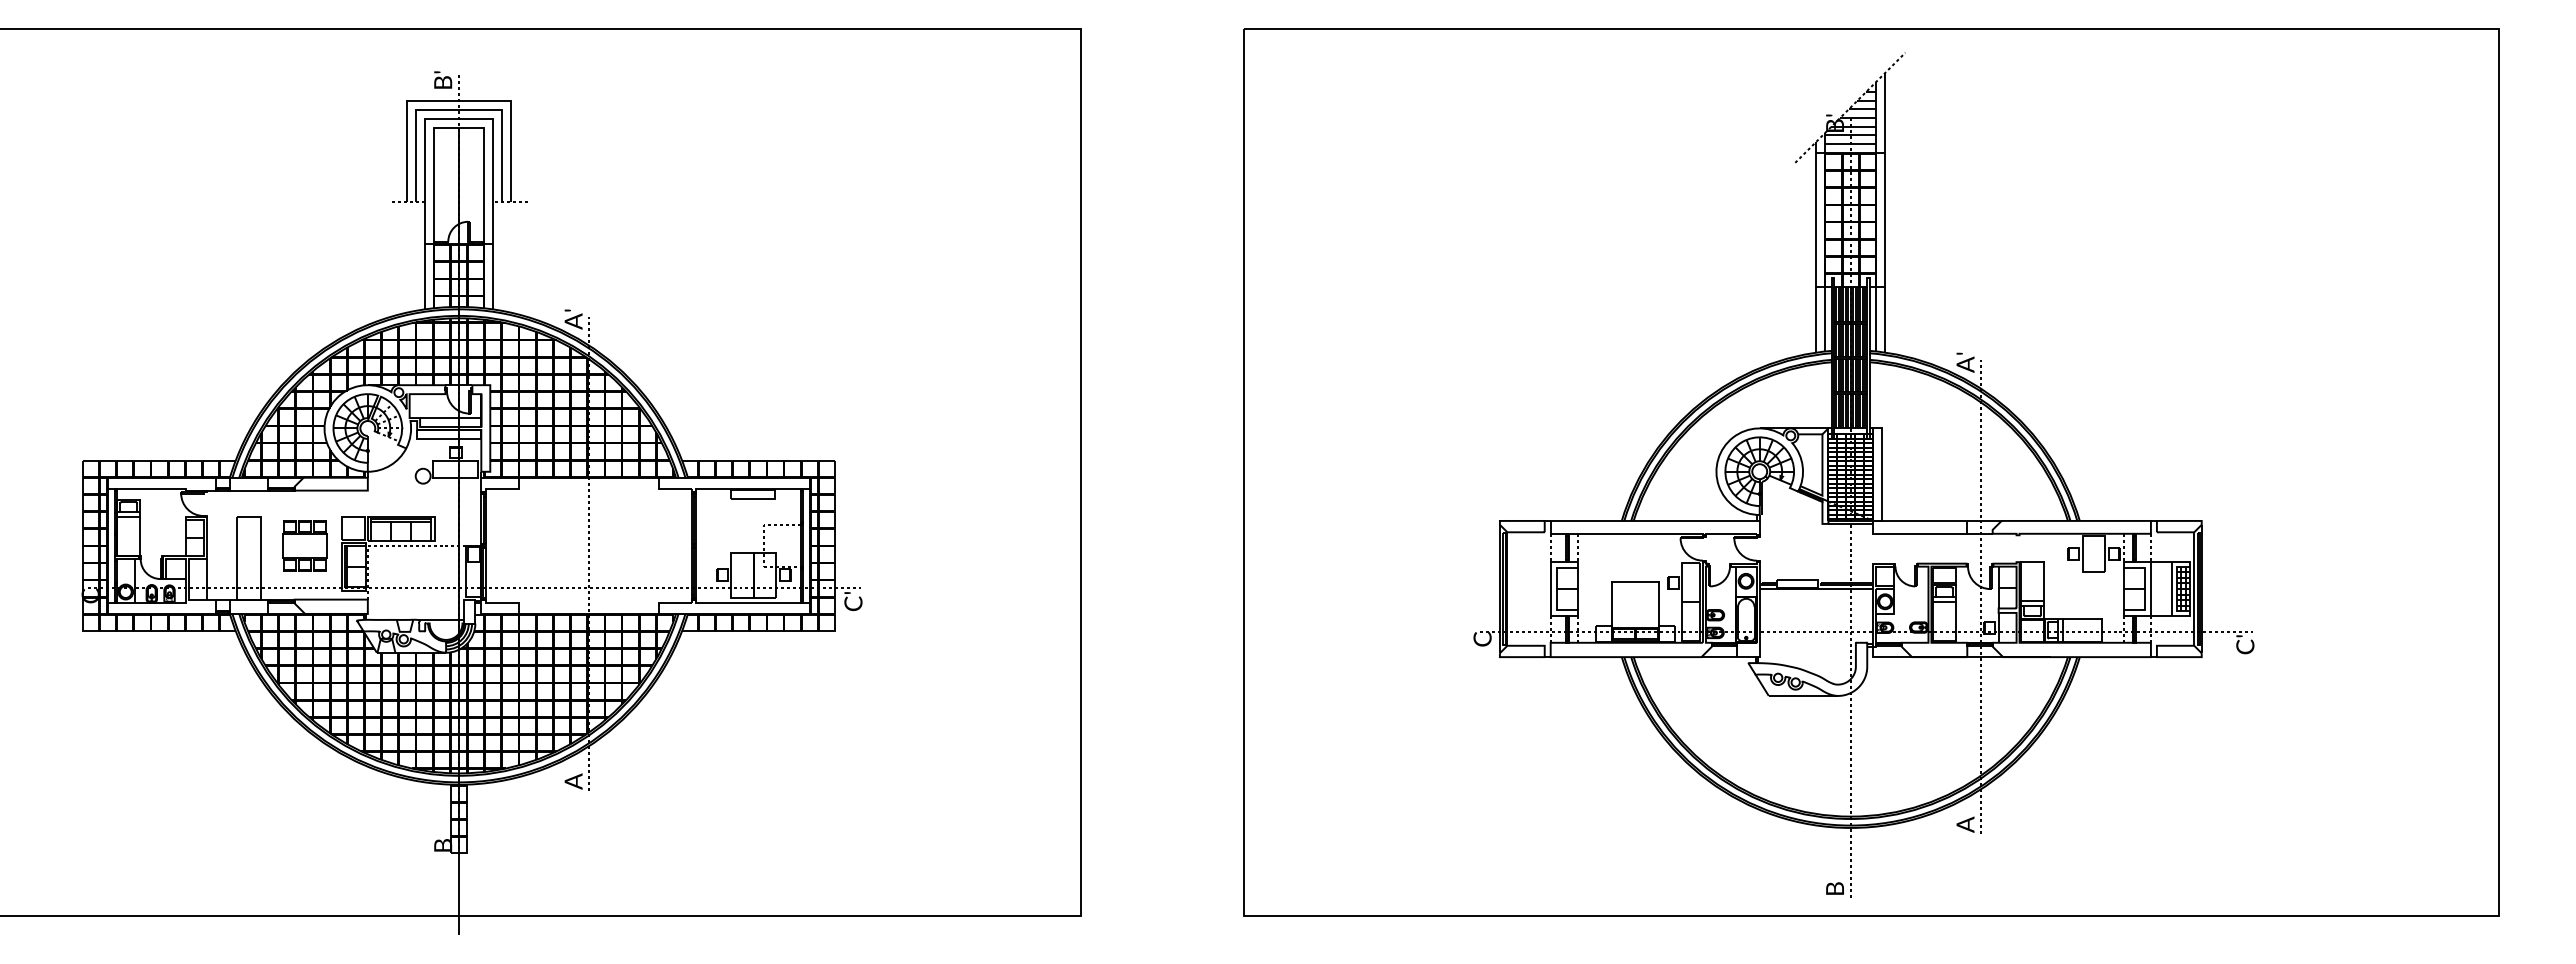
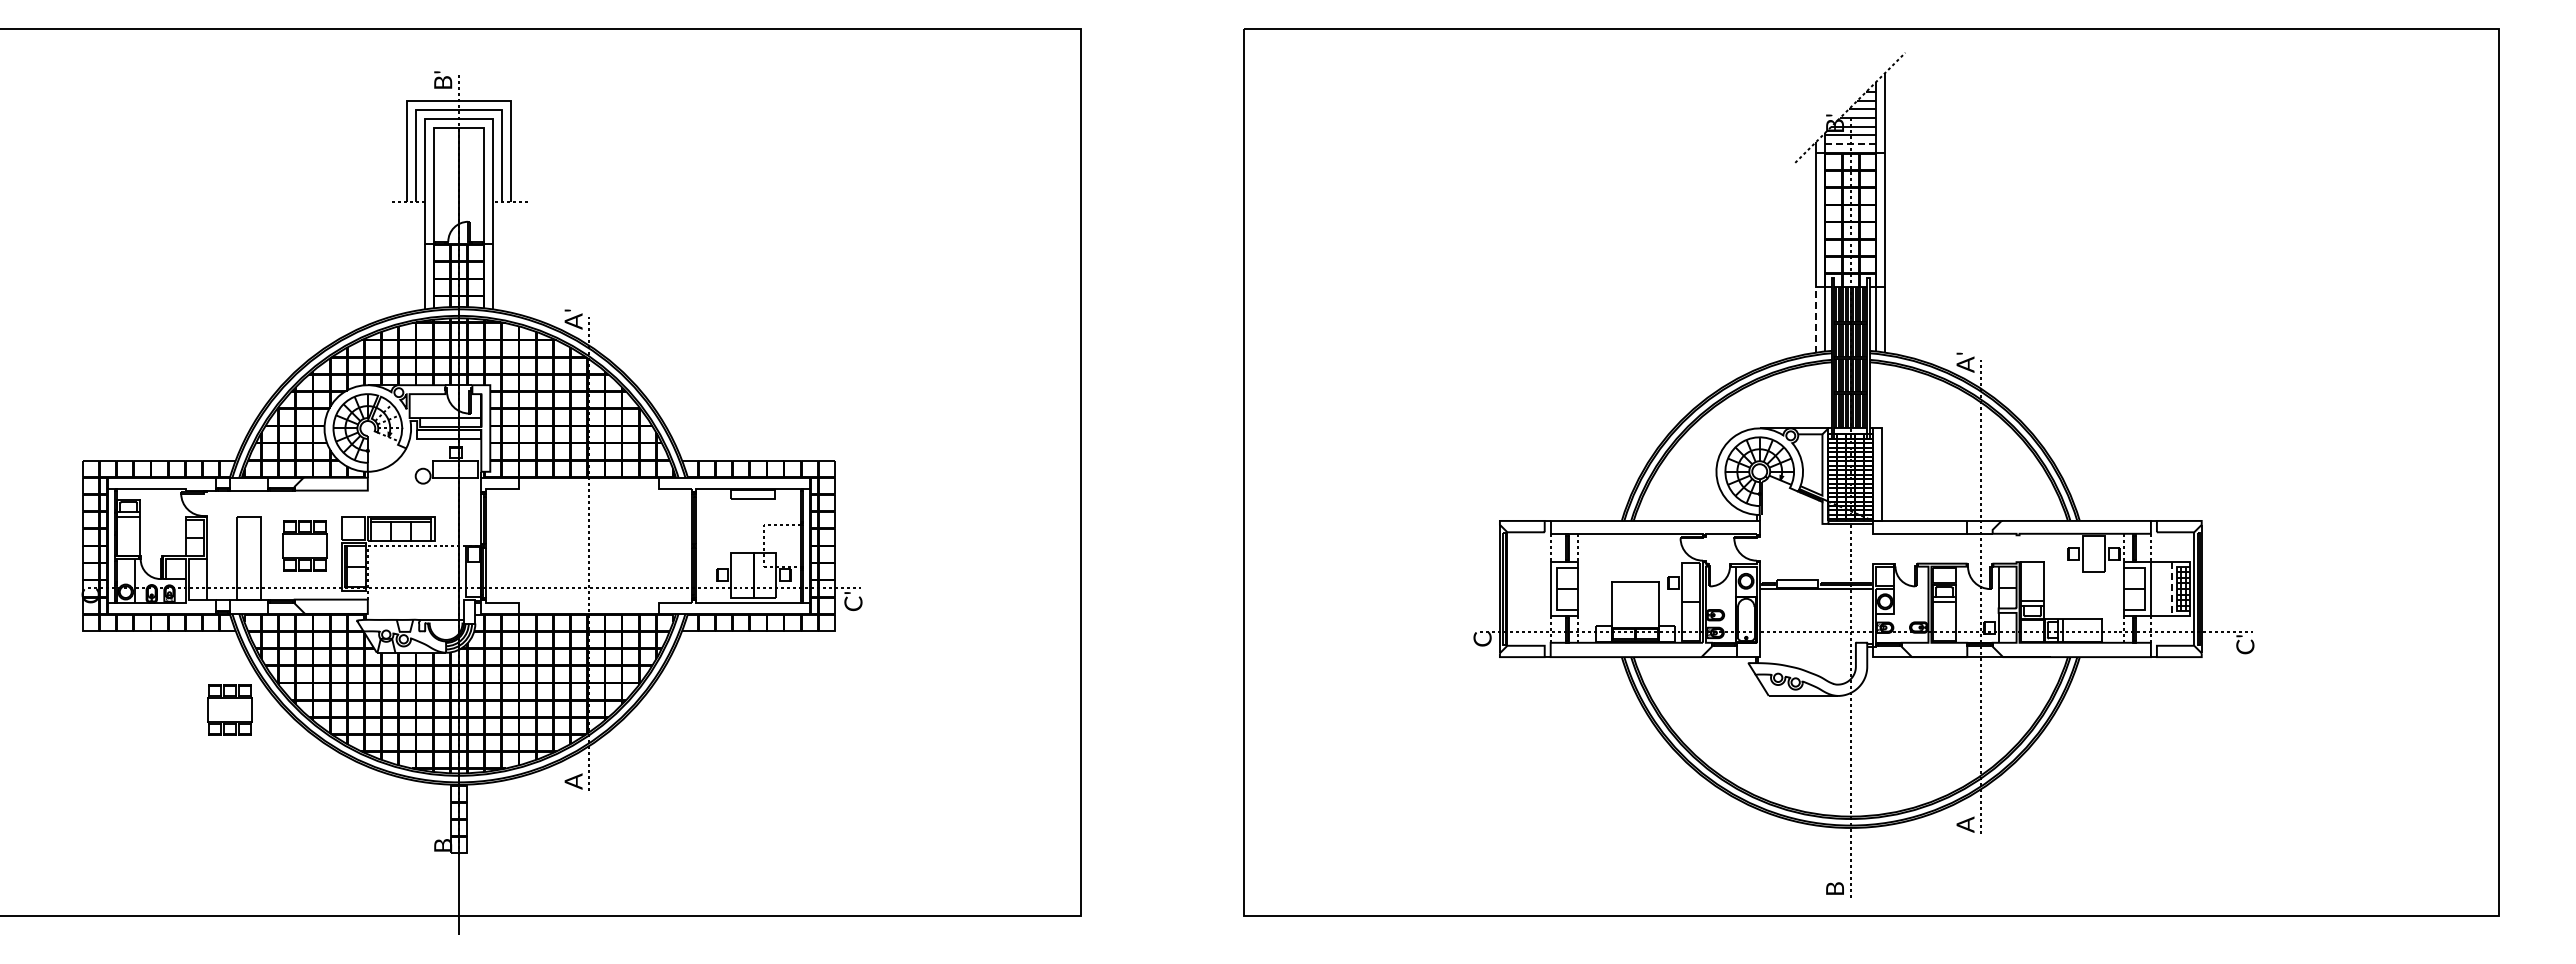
line at (1851, 144): solid -> dashed
line at (1816, 320): solid -> dashed
line at (2171, 589): solid -> dashed
part at (229, 709): none -> present
